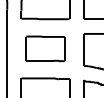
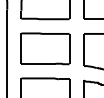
part at (45, 48) size: 41x28 px -> 51x34 px
